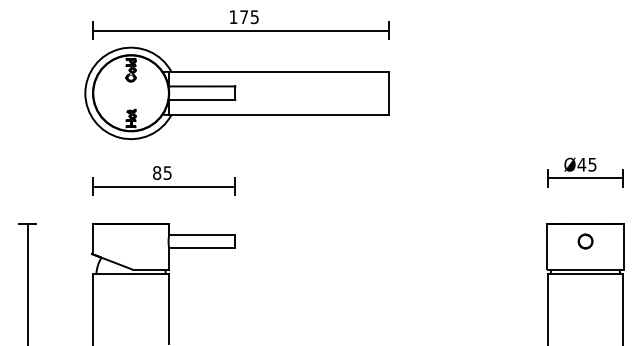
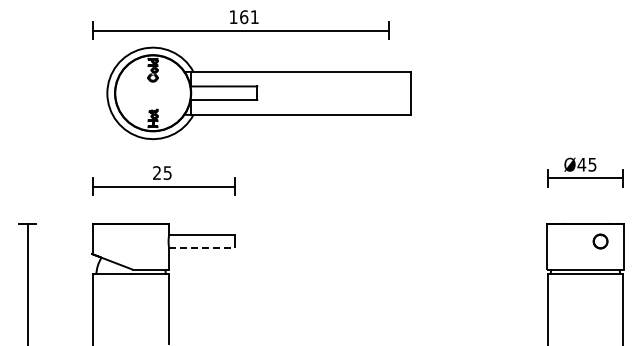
text at (249, 17): 175 -> 161
part at (236, 93) position: (236, 93) -> (258, 93)
text at (157, 172): 85 -> 25
part at (585, 241) position: (585, 241) -> (600, 241)
line at (202, 248): solid -> dashed
